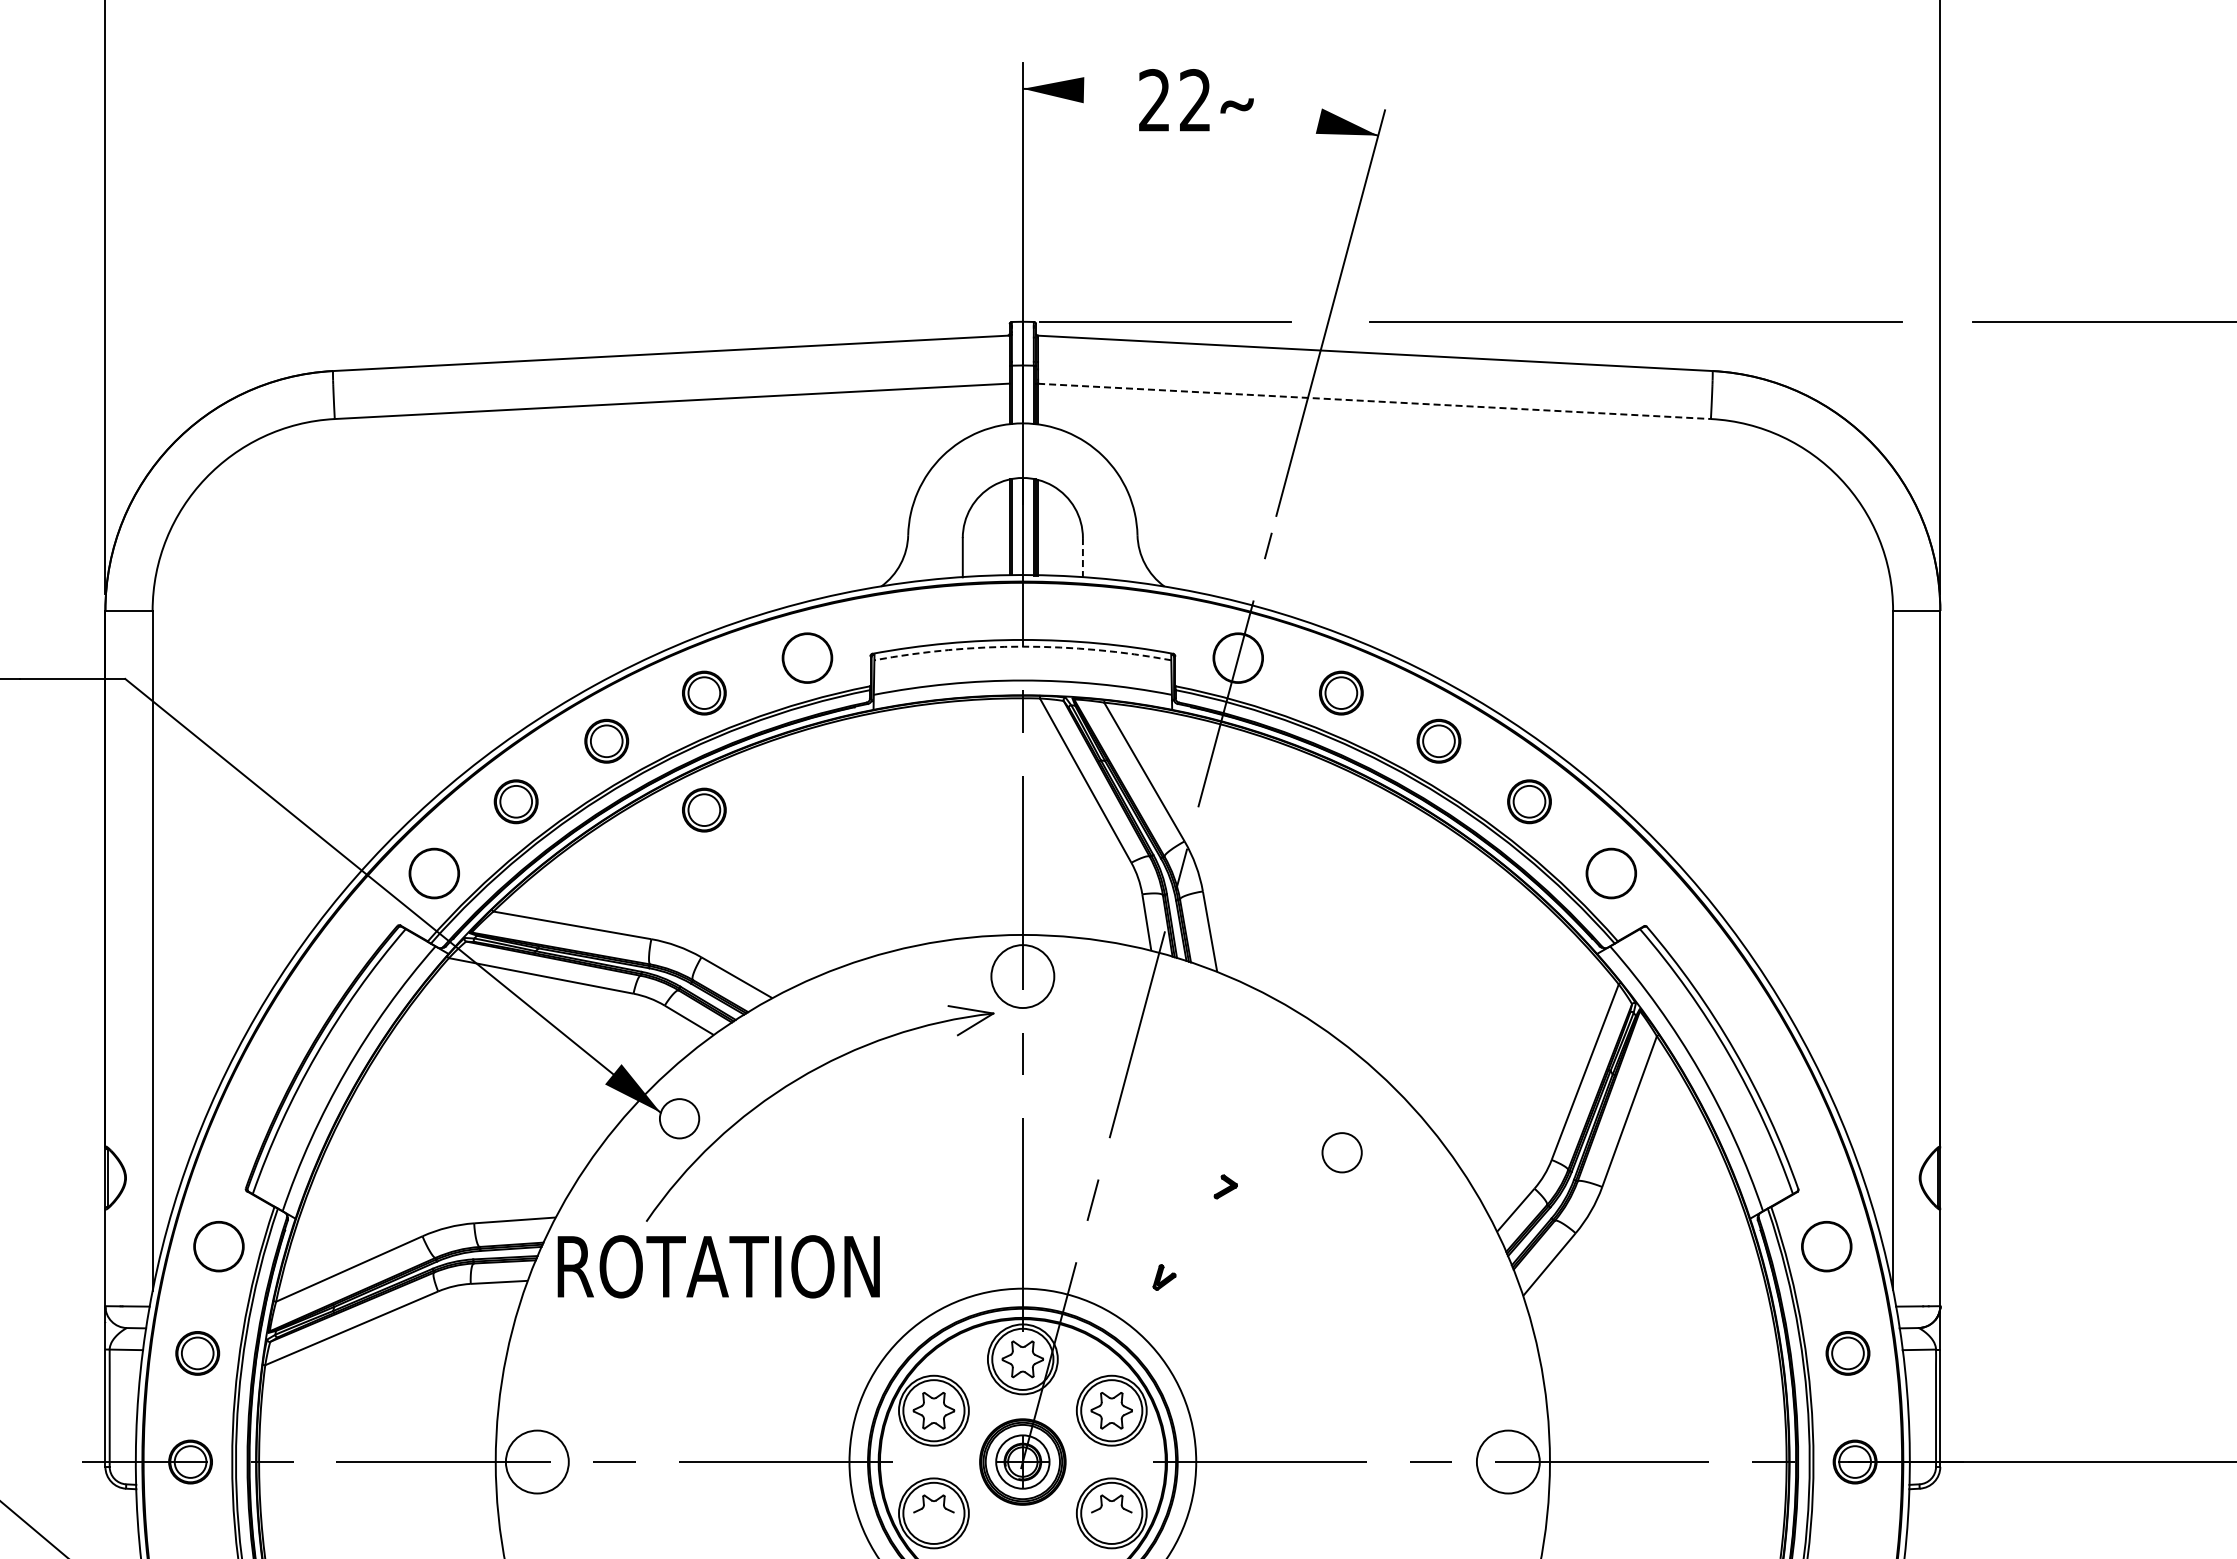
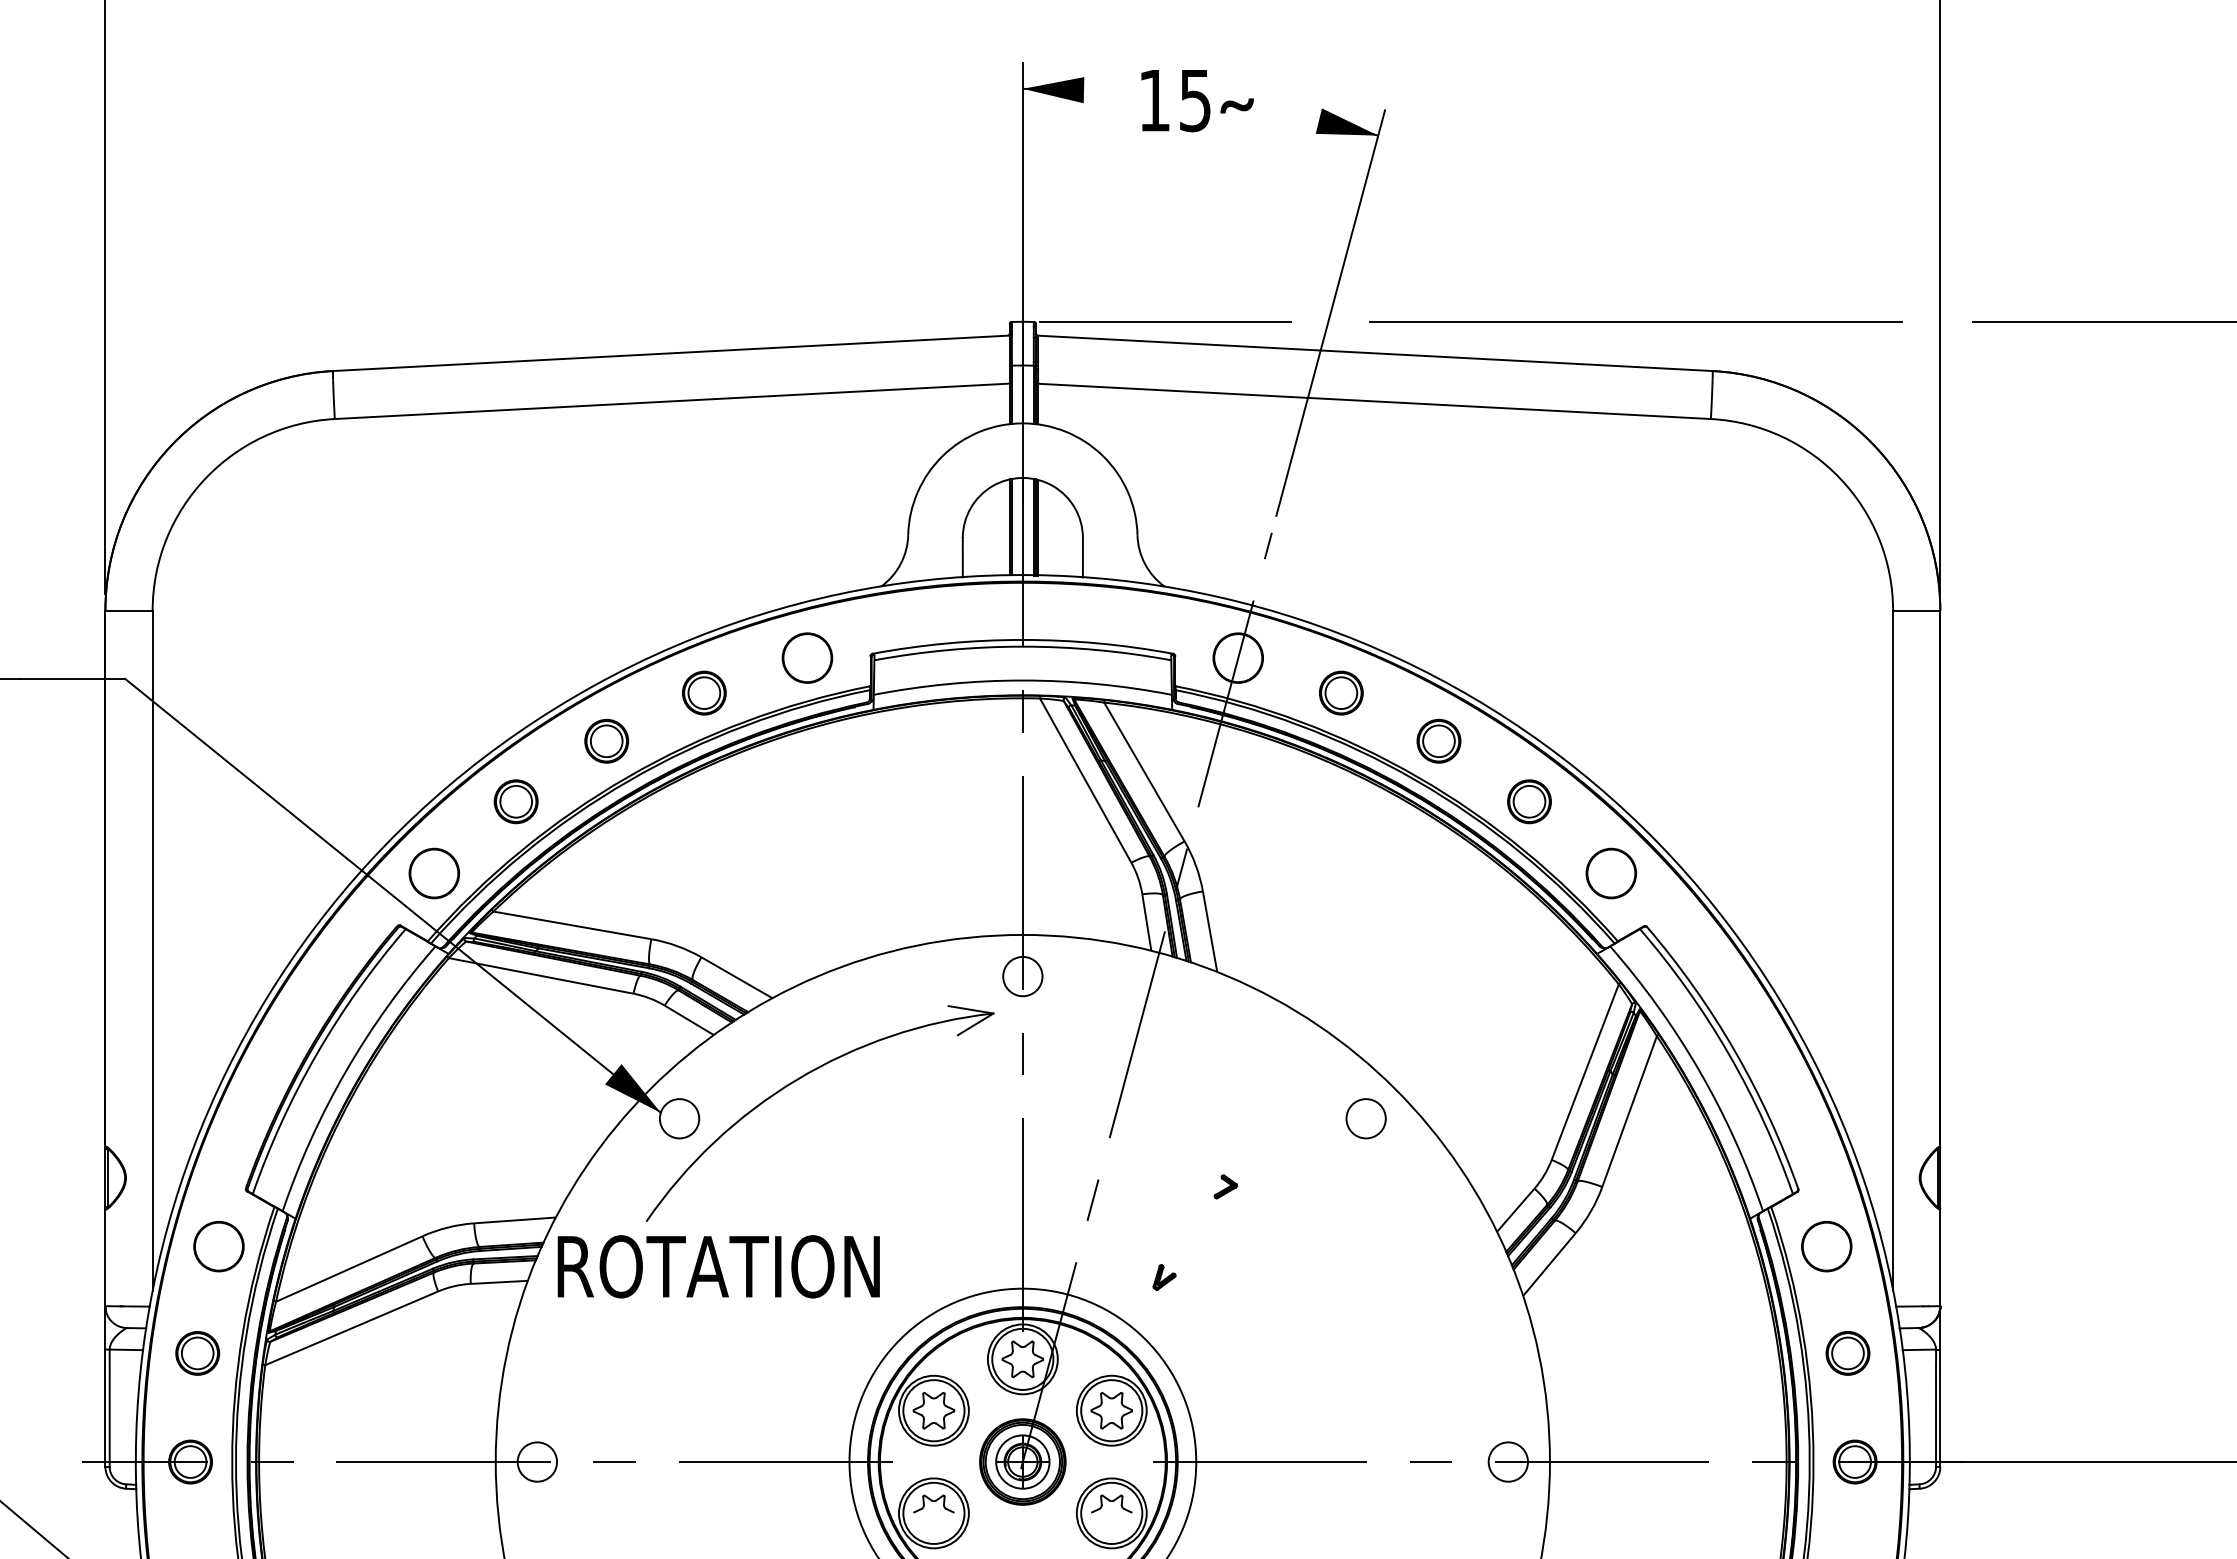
text at (1174, 100): 22 -> 15
line at (1374, 401): dashed -> solid
line at (1082, 557): dashed -> solid
arc at (1022, 646): dashed -> solid
part at (704, 809): present -> none
circle at (1022, 976) diameter: 63 px -> 39 px
circle at (1341, 1152) position: (1341, 1152) -> (1365, 1118)
circle at (536, 1461) diameter: 63 px -> 39 px
circle at (1507, 1461) diameter: 63 px -> 39 px
